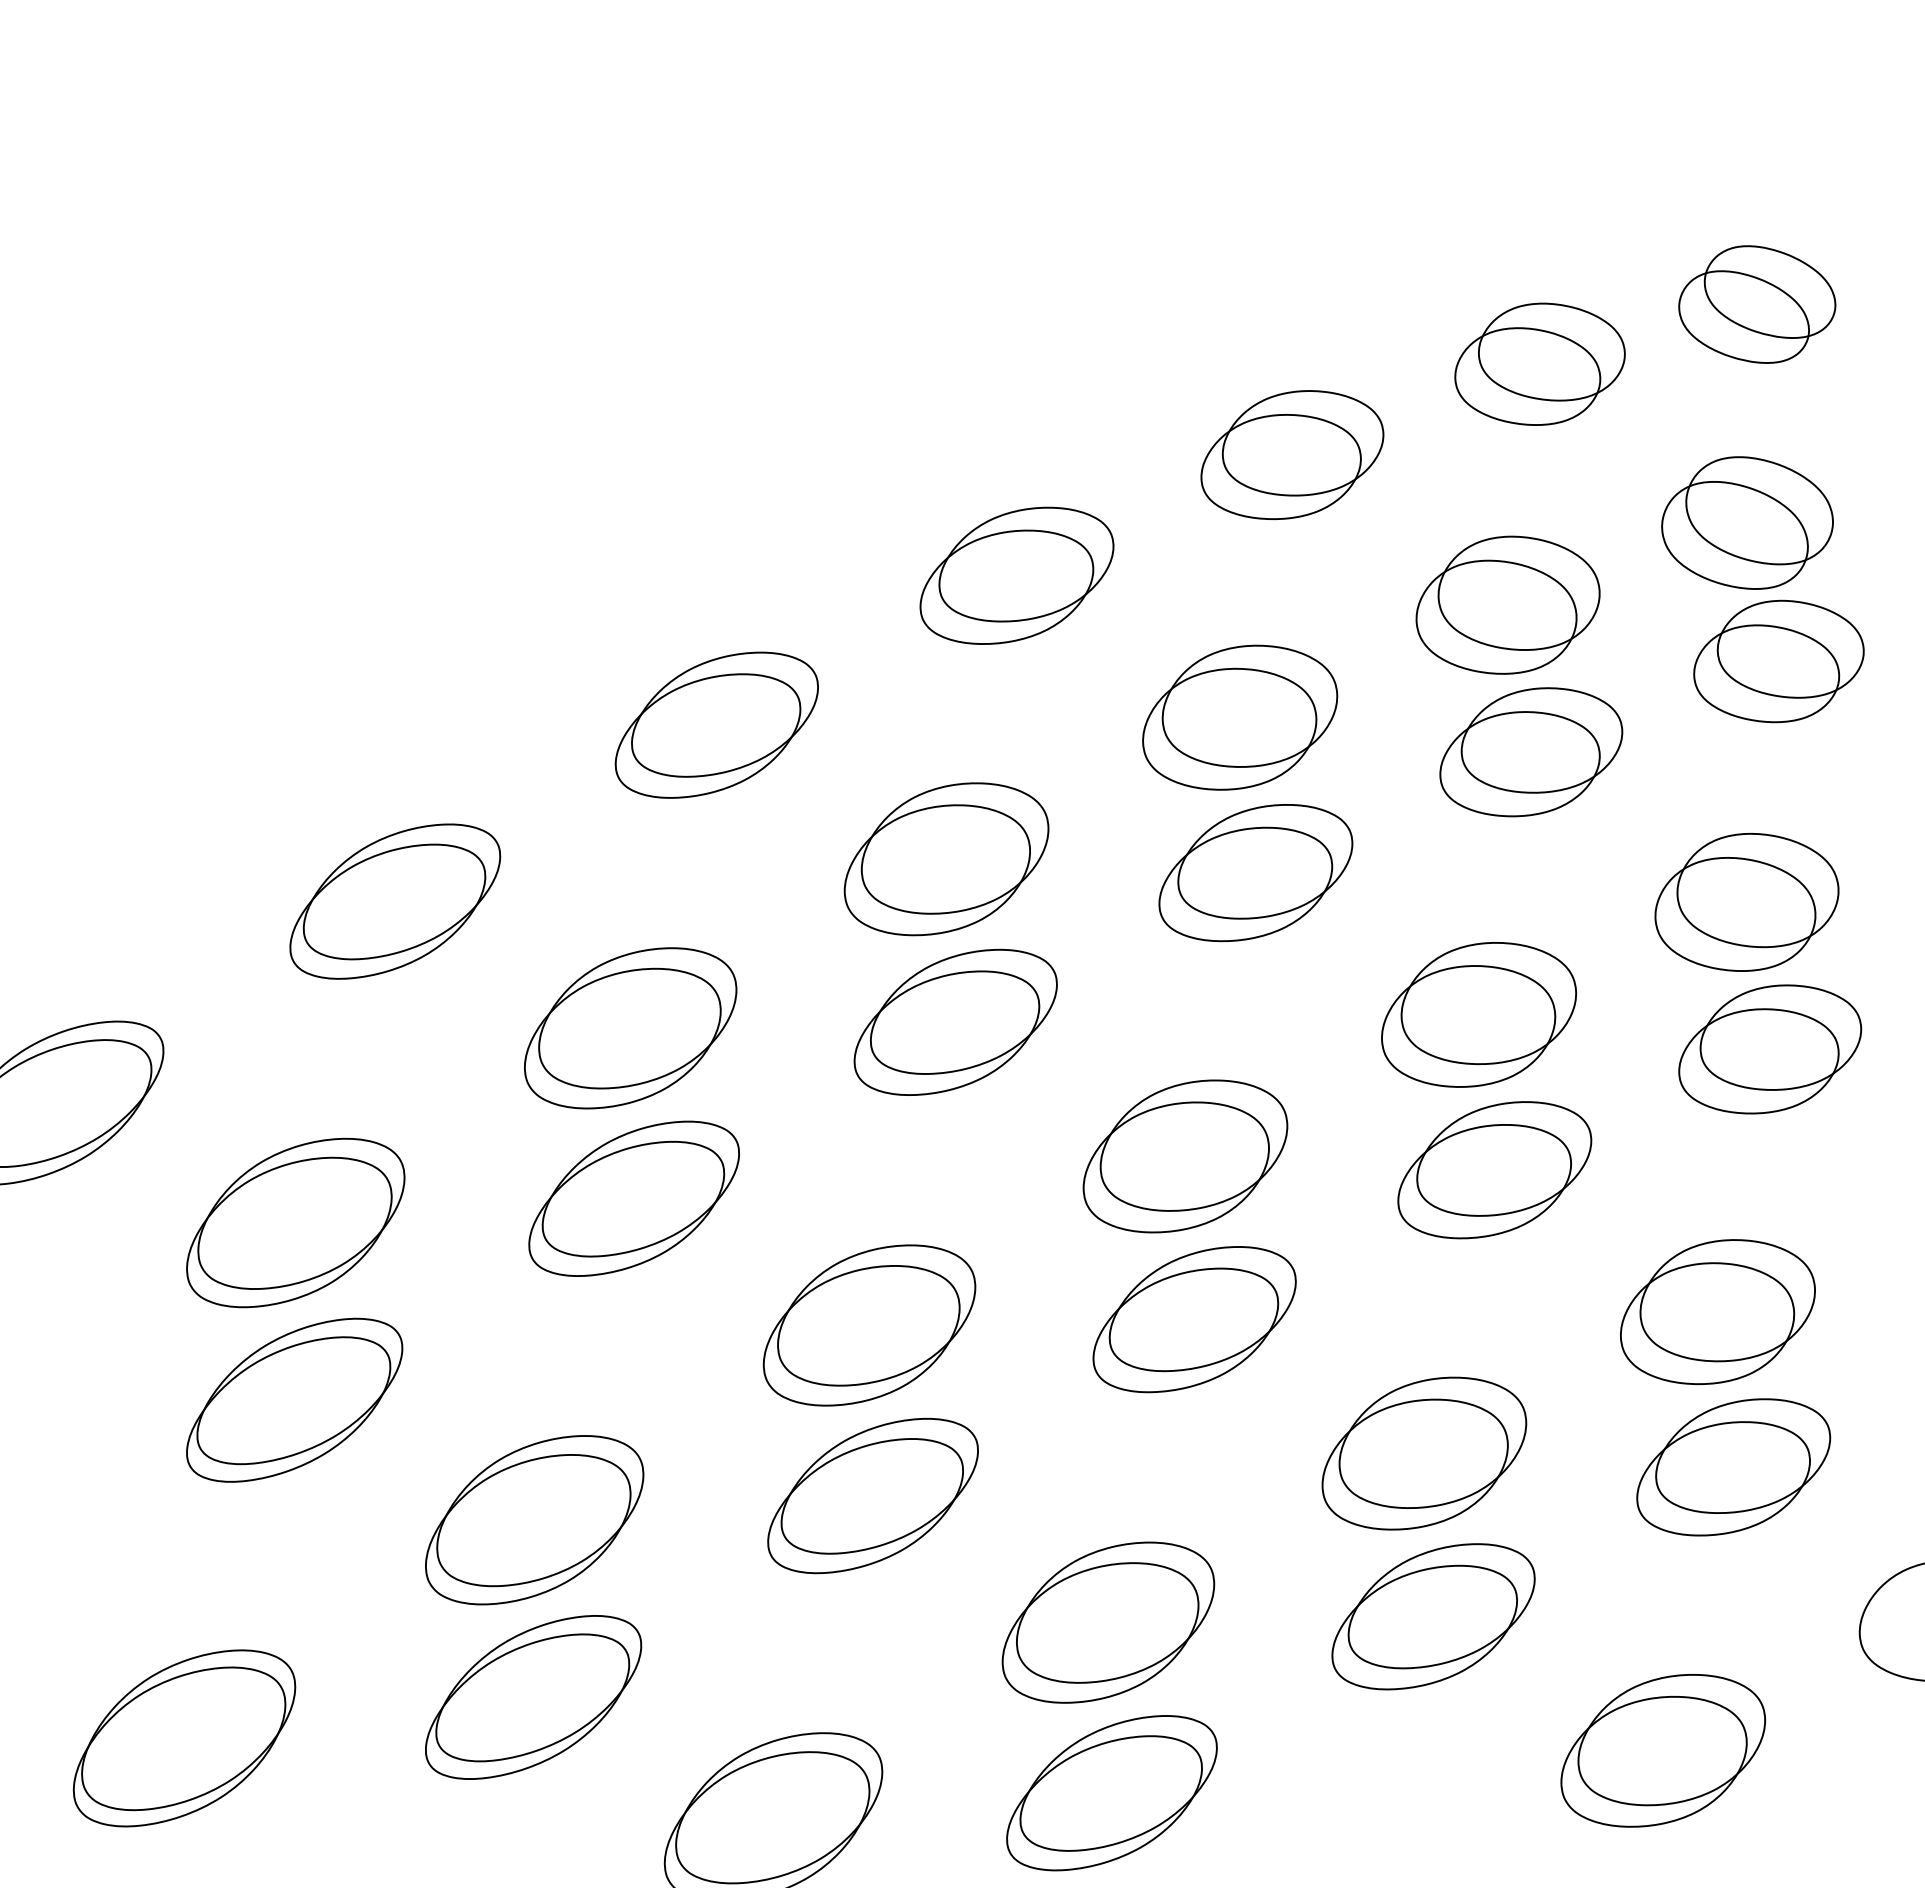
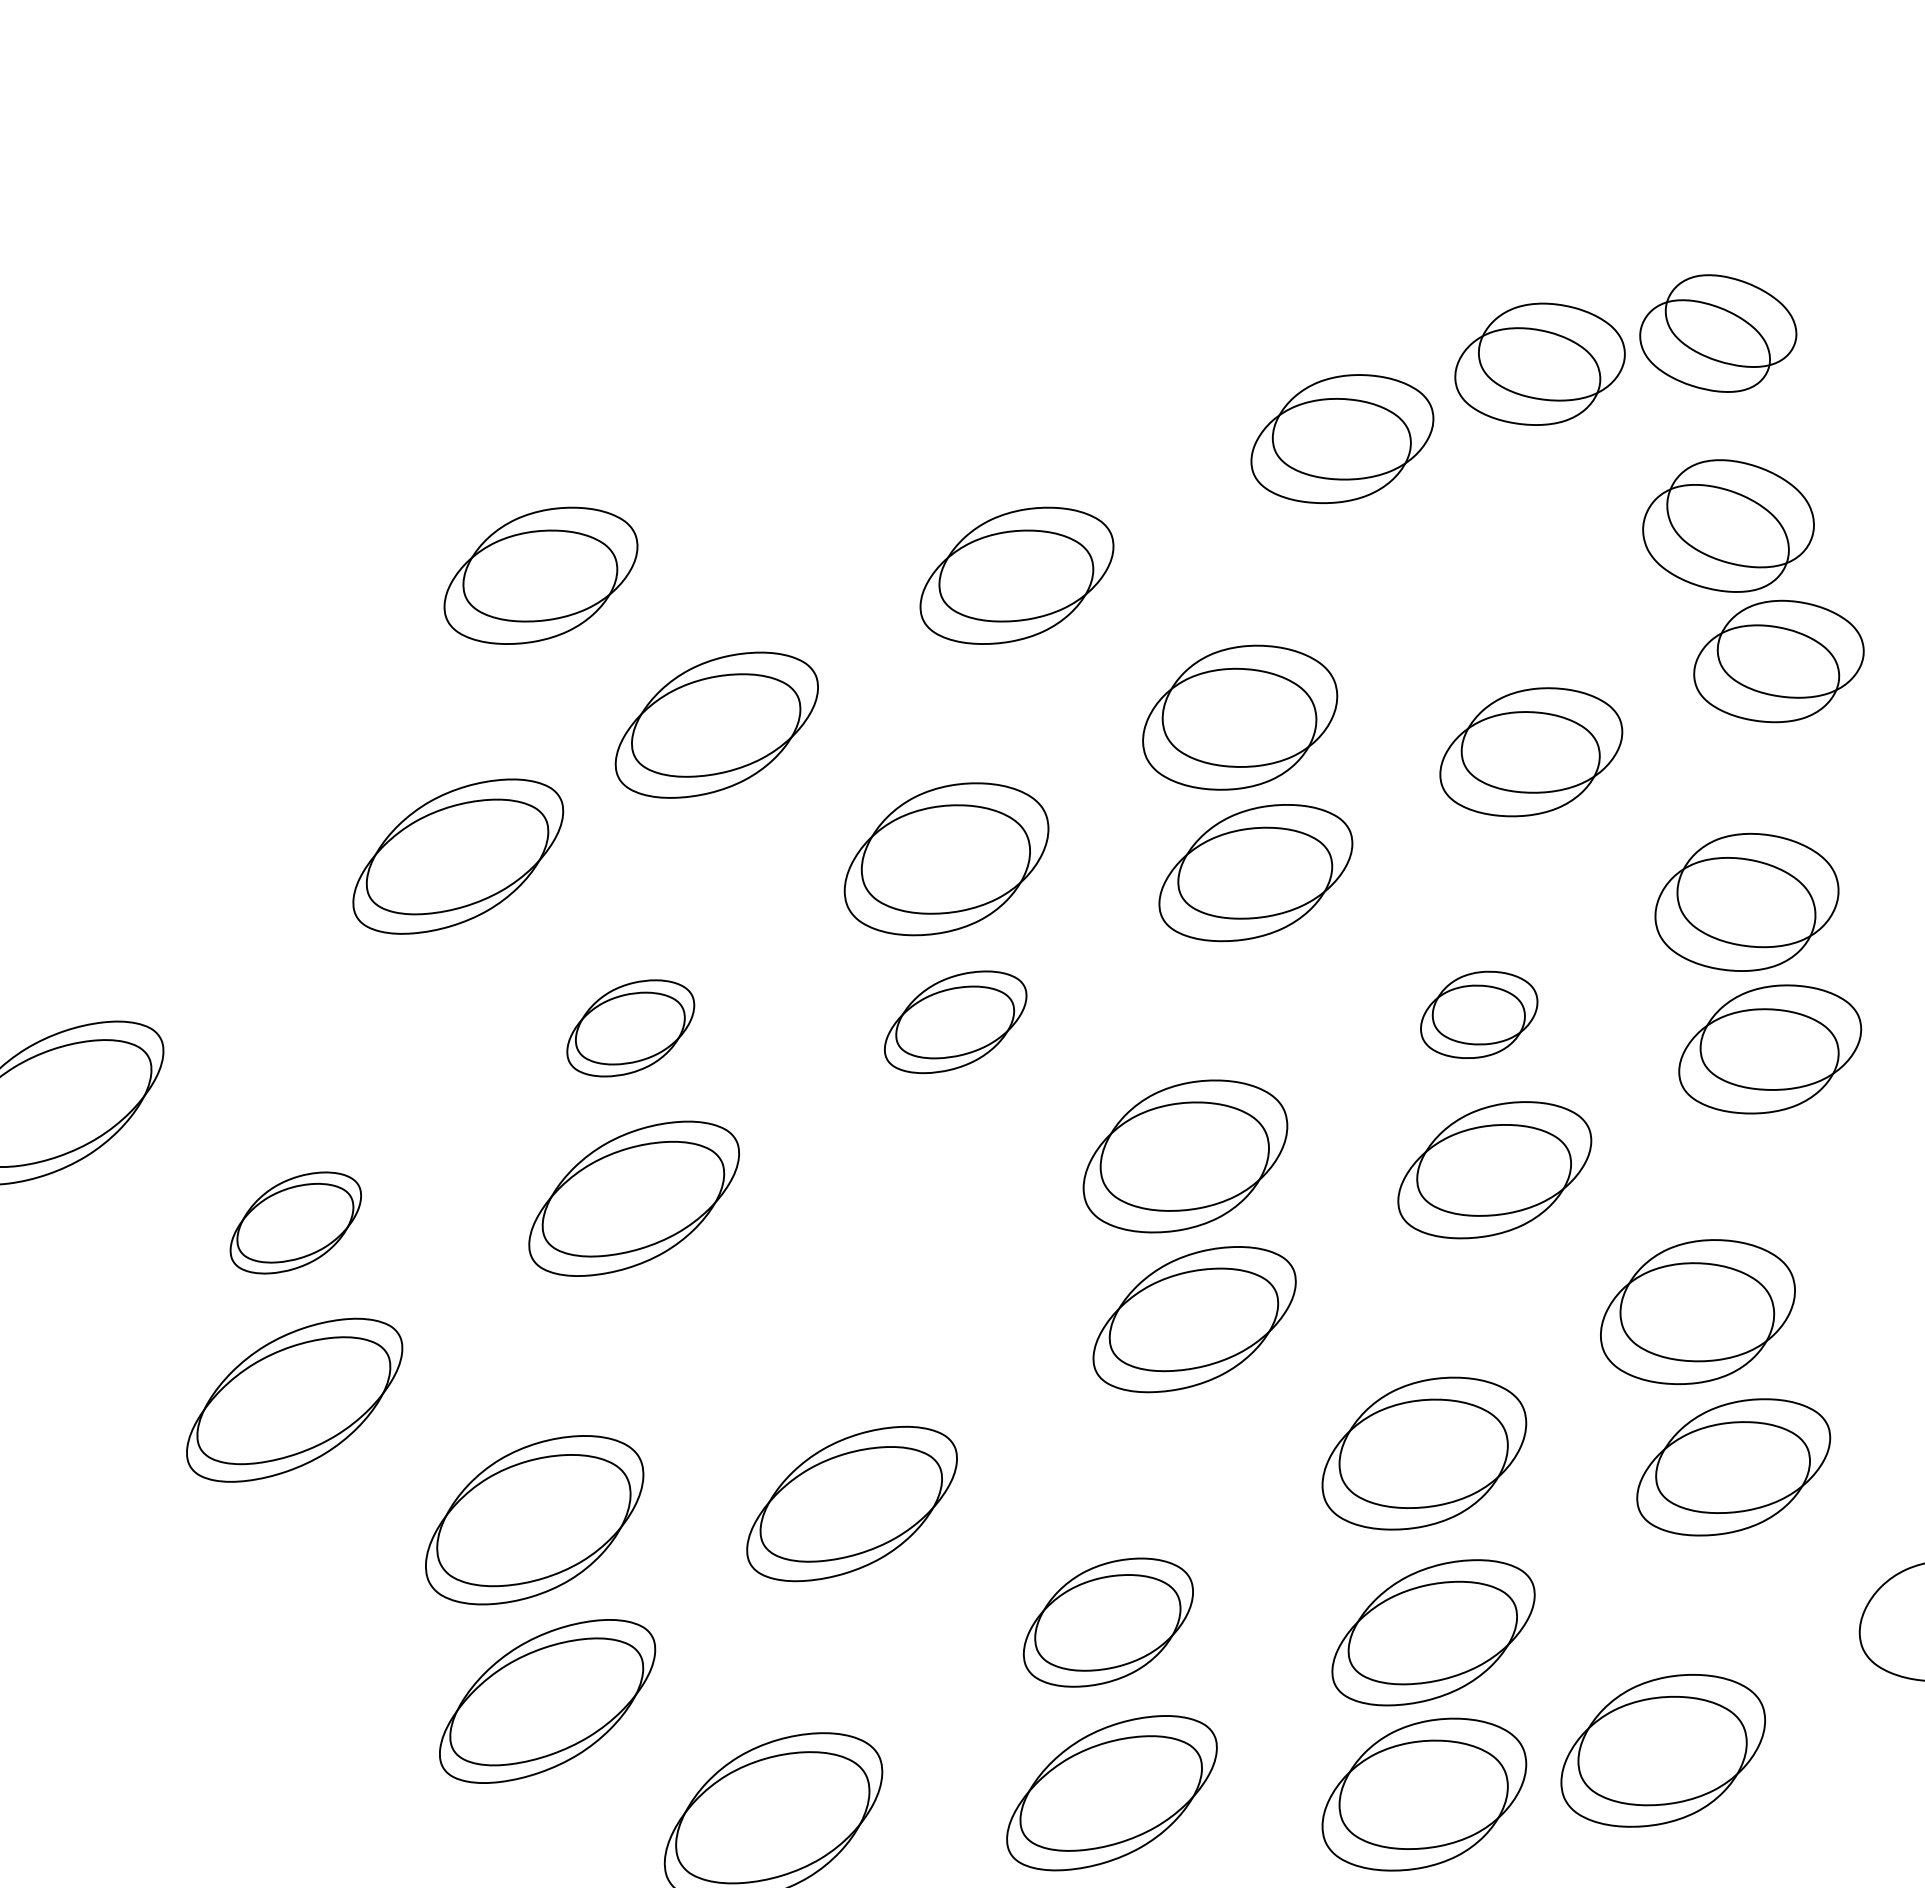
part at (1757, 304) position: (1757, 304) -> (1718, 333)
part at (1292, 454) position: (1292, 454) -> (1342, 438)
part at (1747, 522) position: (1747, 522) -> (1728, 525)
part at (540, 575): none -> present
part at (1507, 604): present -> none
part at (395, 901) position: (395, 901) -> (458, 856)
part at (1479, 1014) size: 197x146 px -> 119x89 px
part at (955, 1021) size: 205x148 px -> 144x105 px
part at (630, 1028) size: 214x163 px -> 130x99 px
part at (295, 1222) size: 220x172 px -> 133x104 px
part at (1717, 1311) position: (1717, 1311) -> (1697, 1311)
part at (869, 1325): present -> none
part at (872, 1496) position: (872, 1496) -> (851, 1504)
part at (1433, 1616) position: (1433, 1616) -> (1433, 1632)
part at (1108, 1622) size: 215x163 px -> 171x131 px
part at (533, 1697) position: (533, 1697) -> (547, 1701)
part at (184, 1738): present -> none
part at (1424, 1794): none -> present
